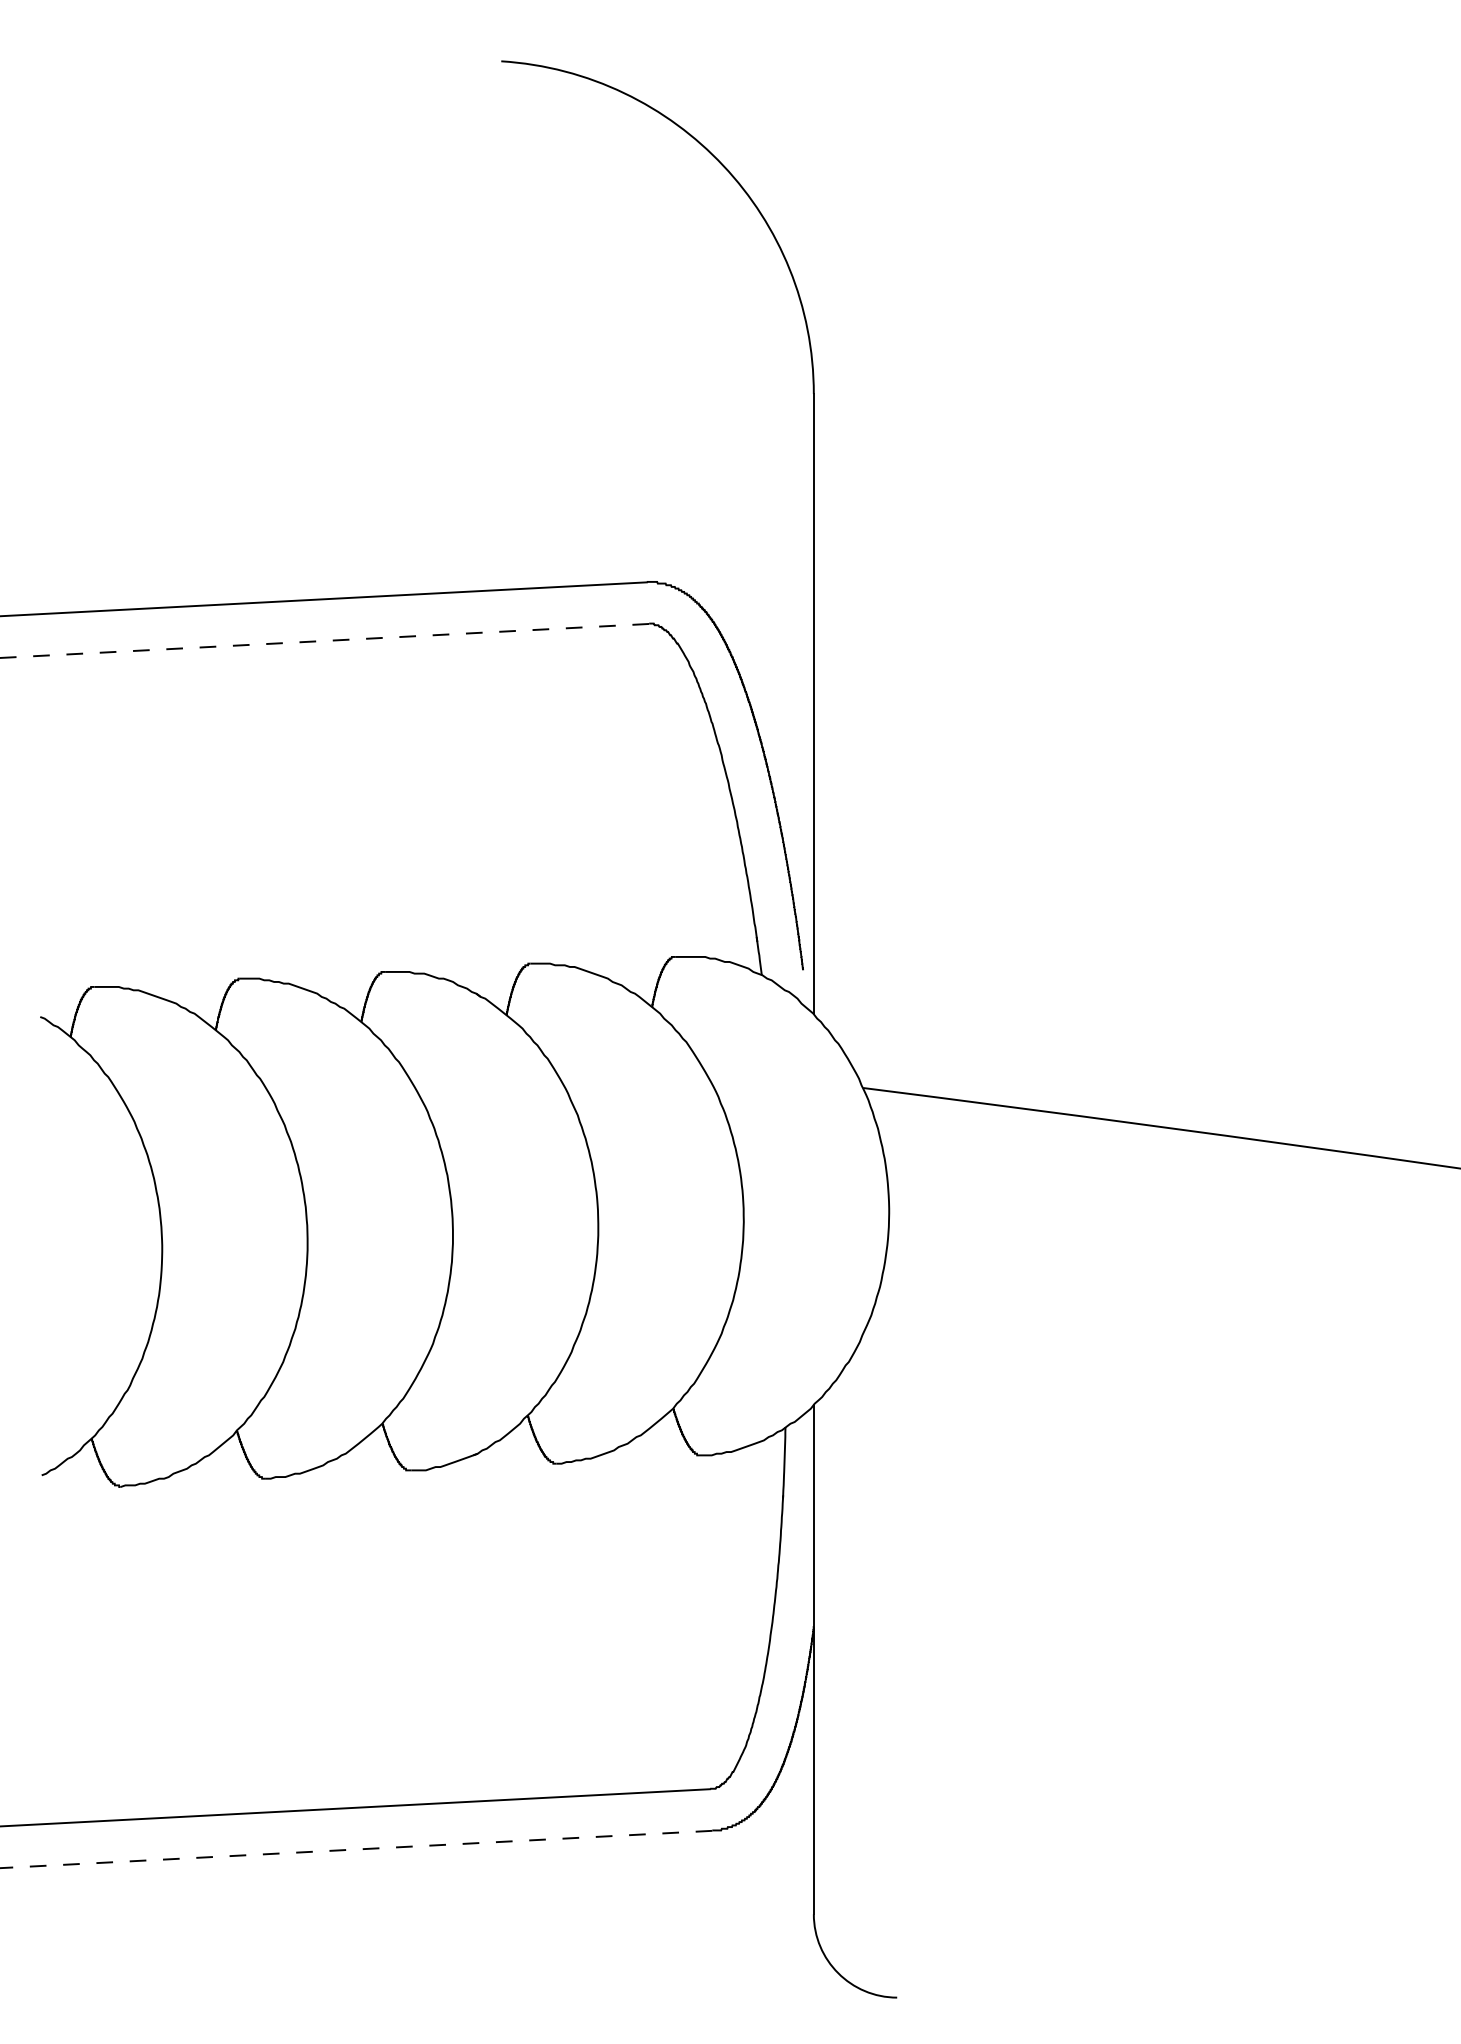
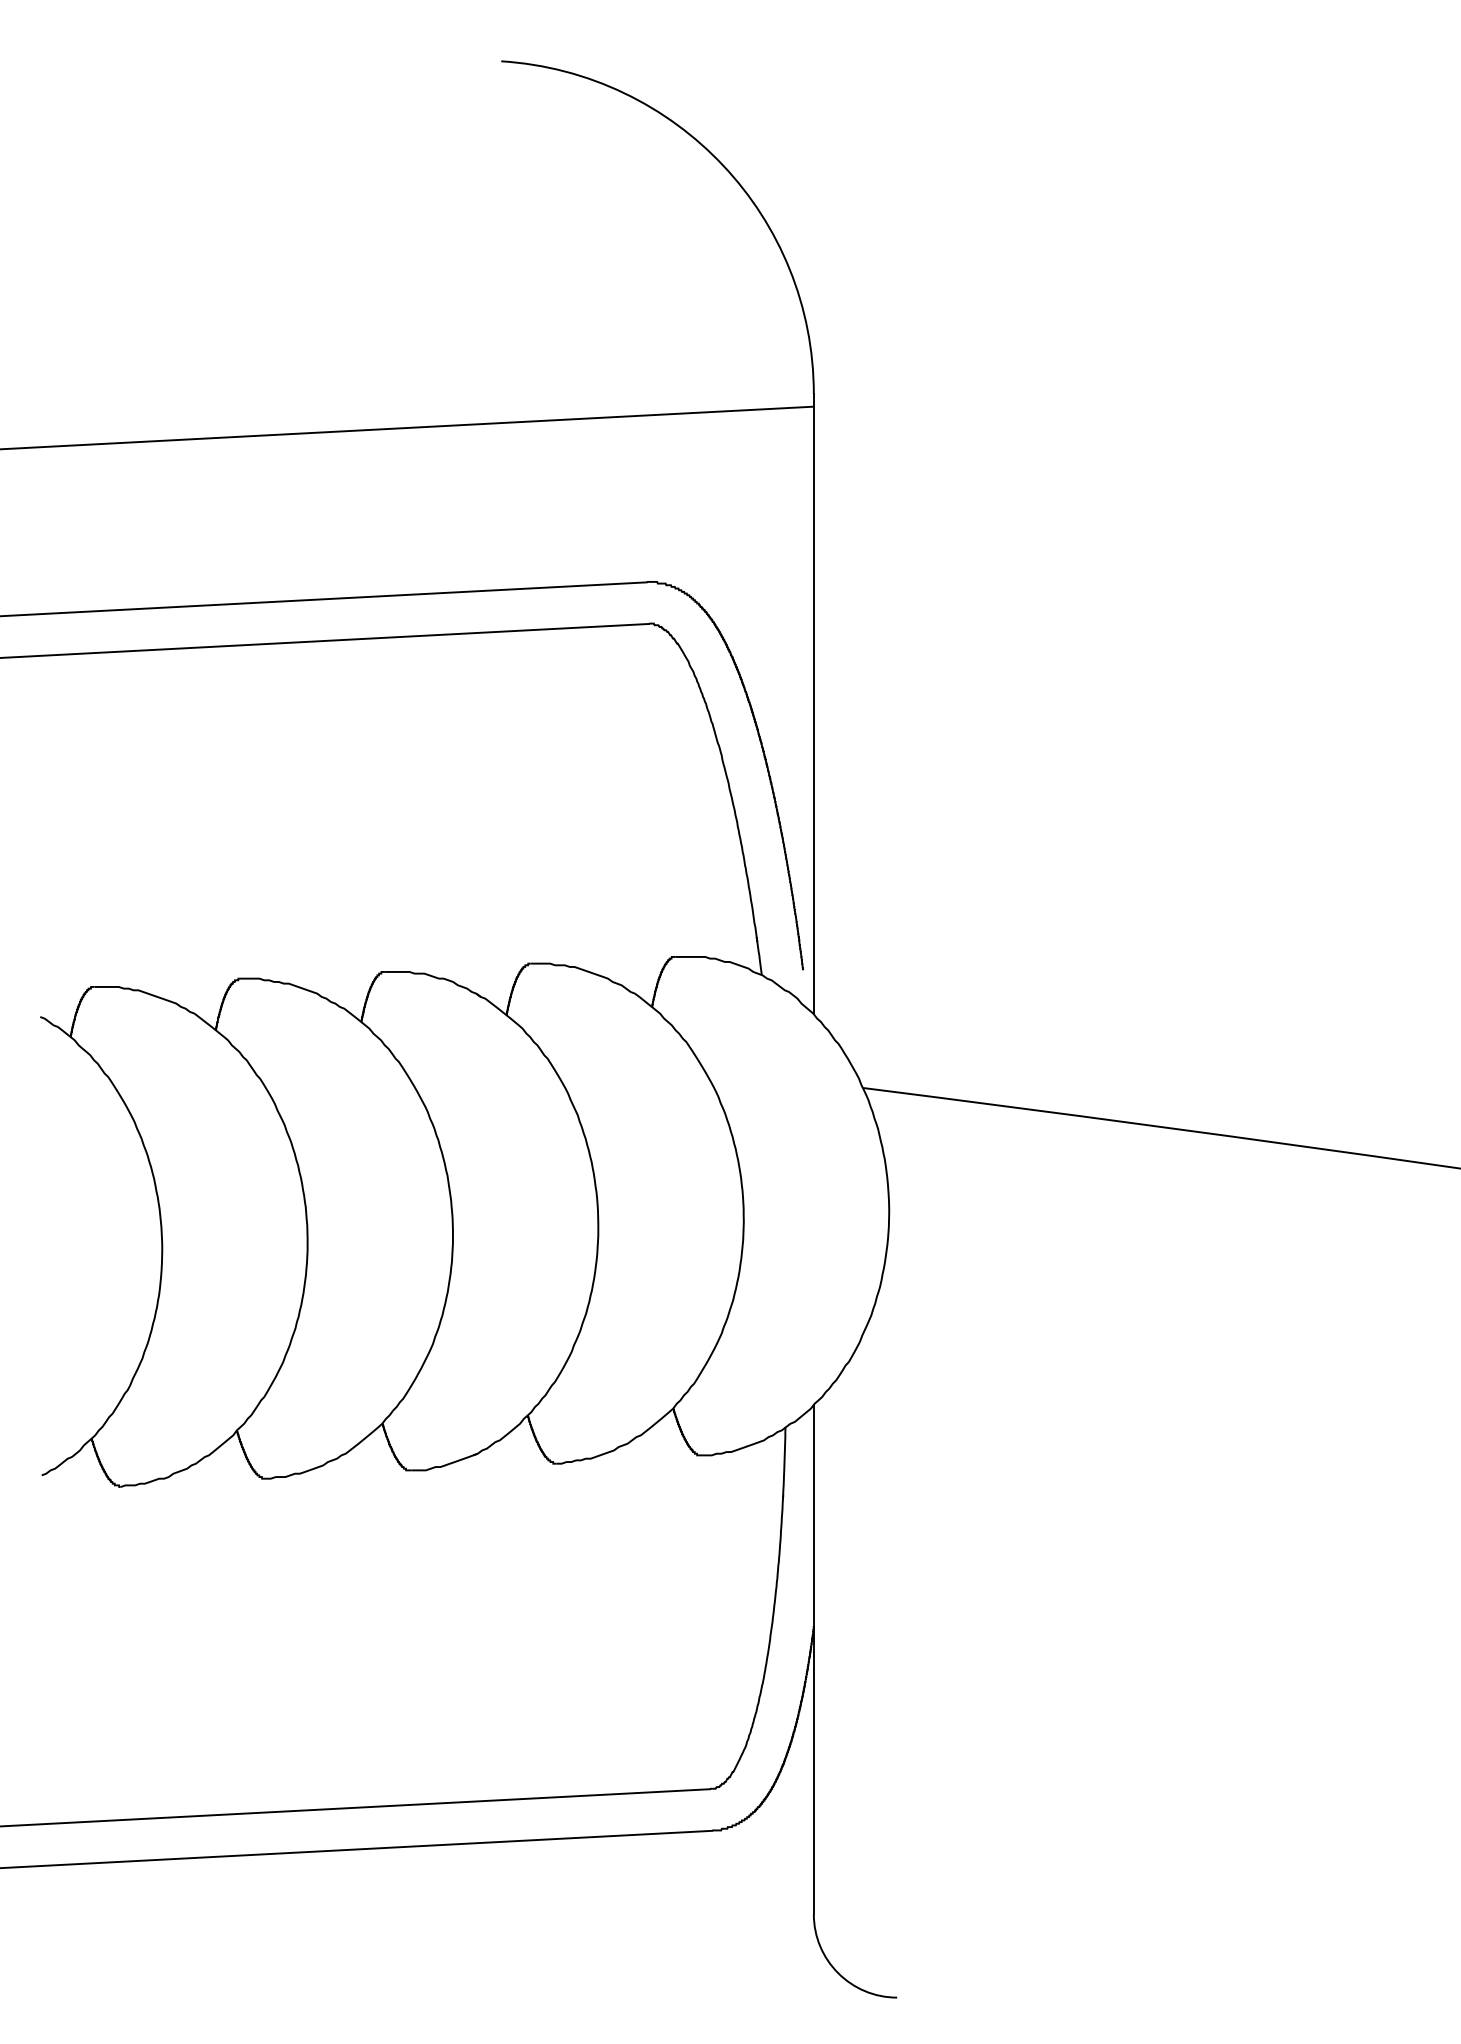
line at (407, 427): none -> present
line at (324, 640): dashed -> solid
line at (355, 1849): dashed -> solid
